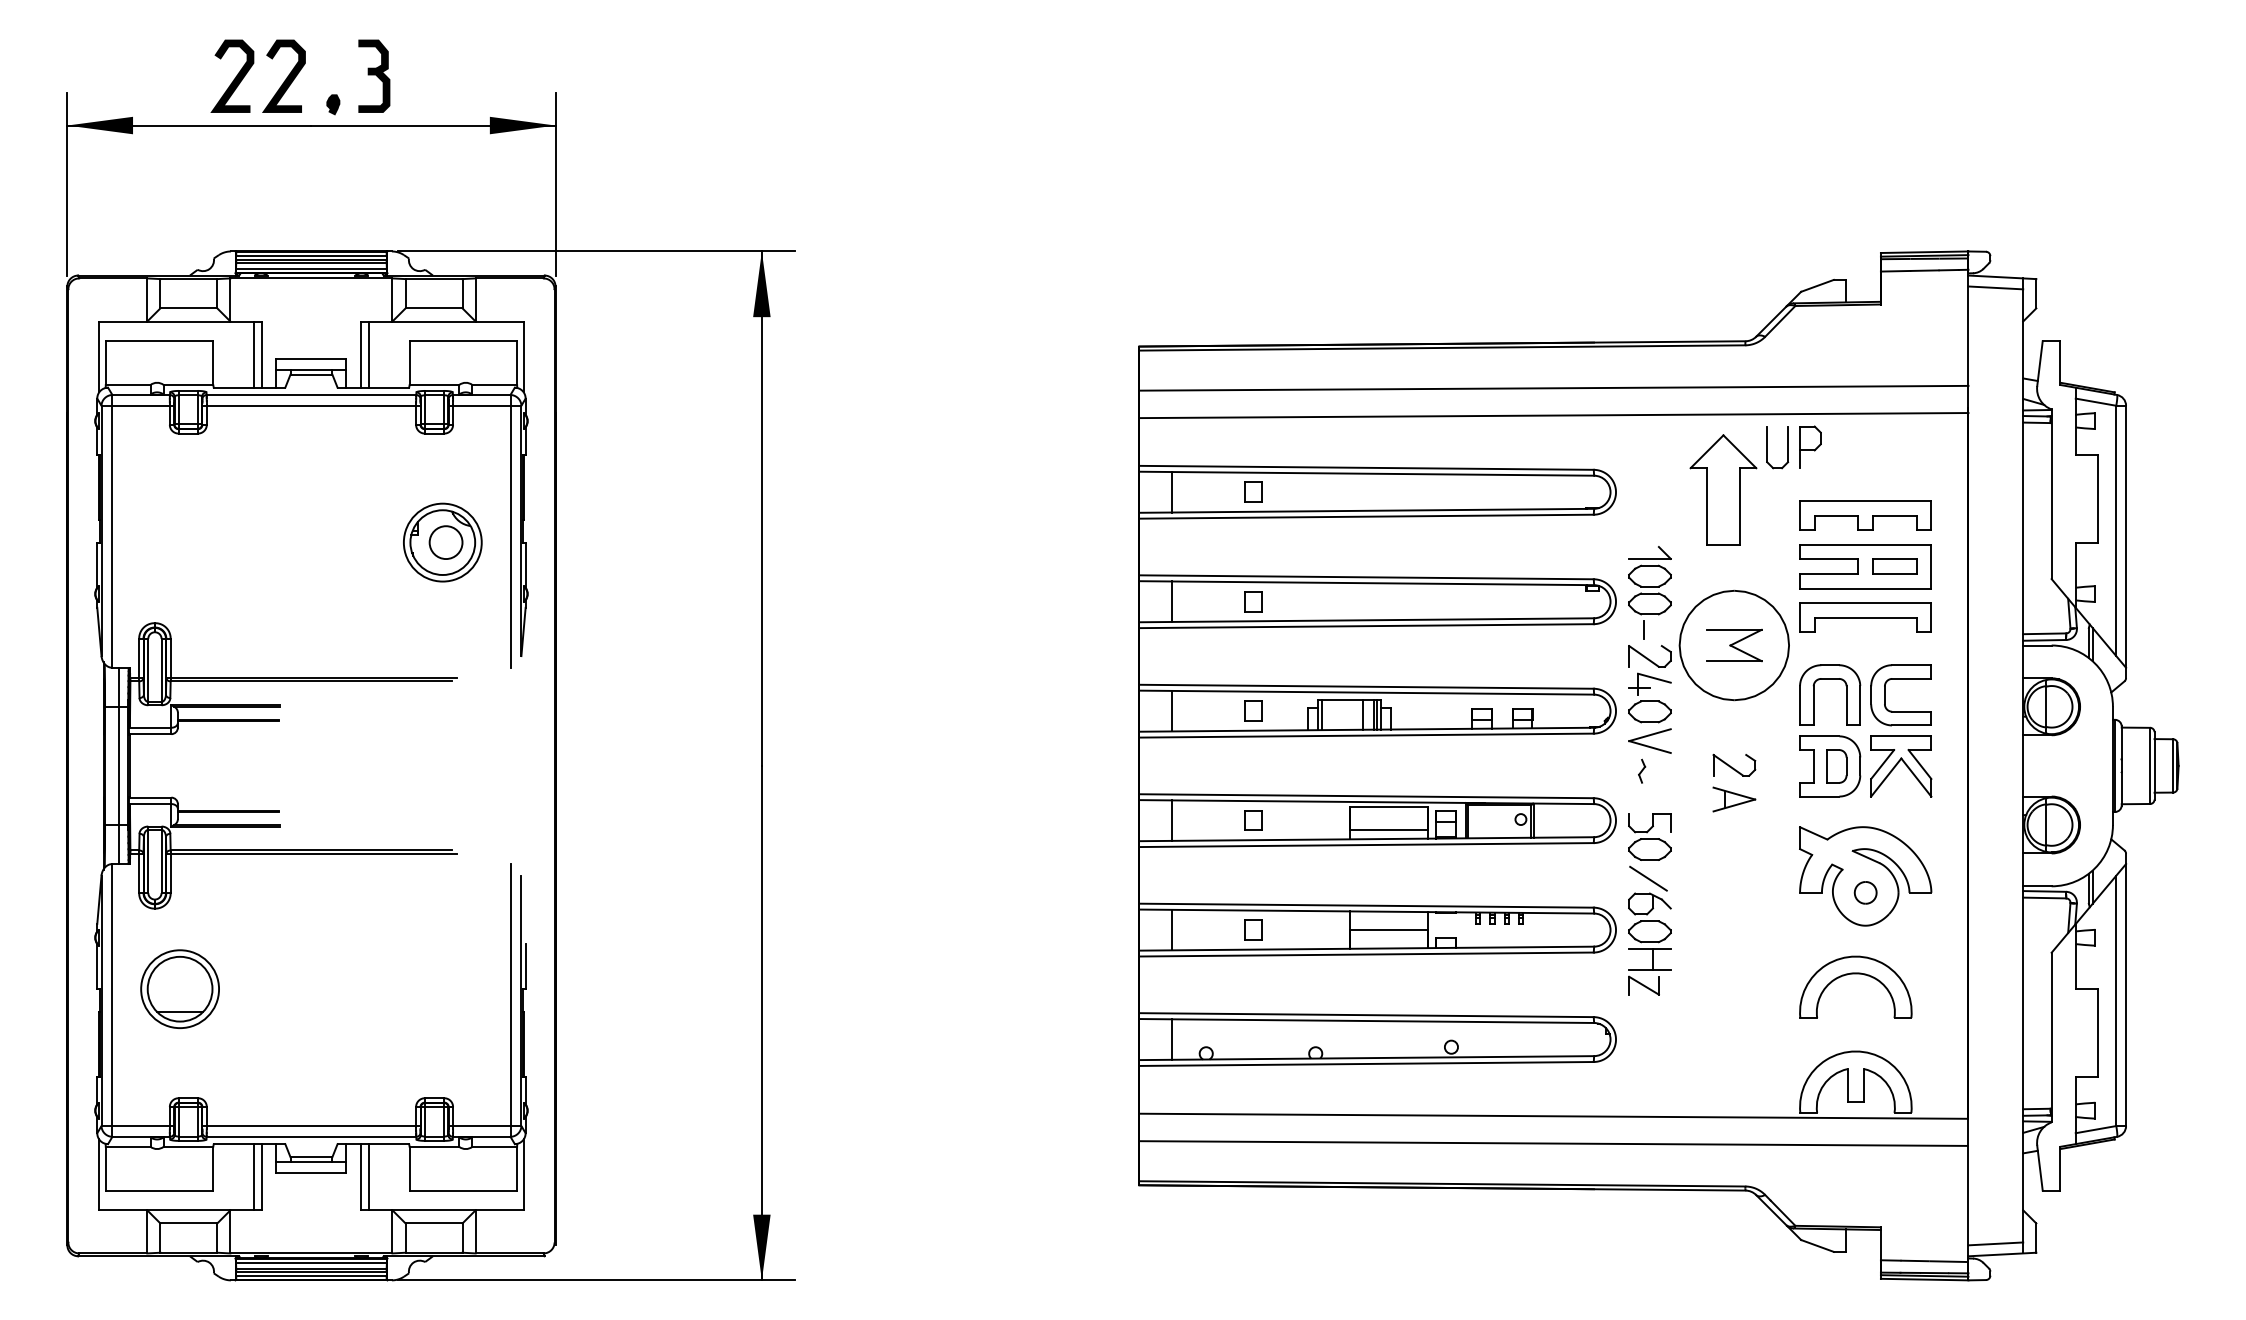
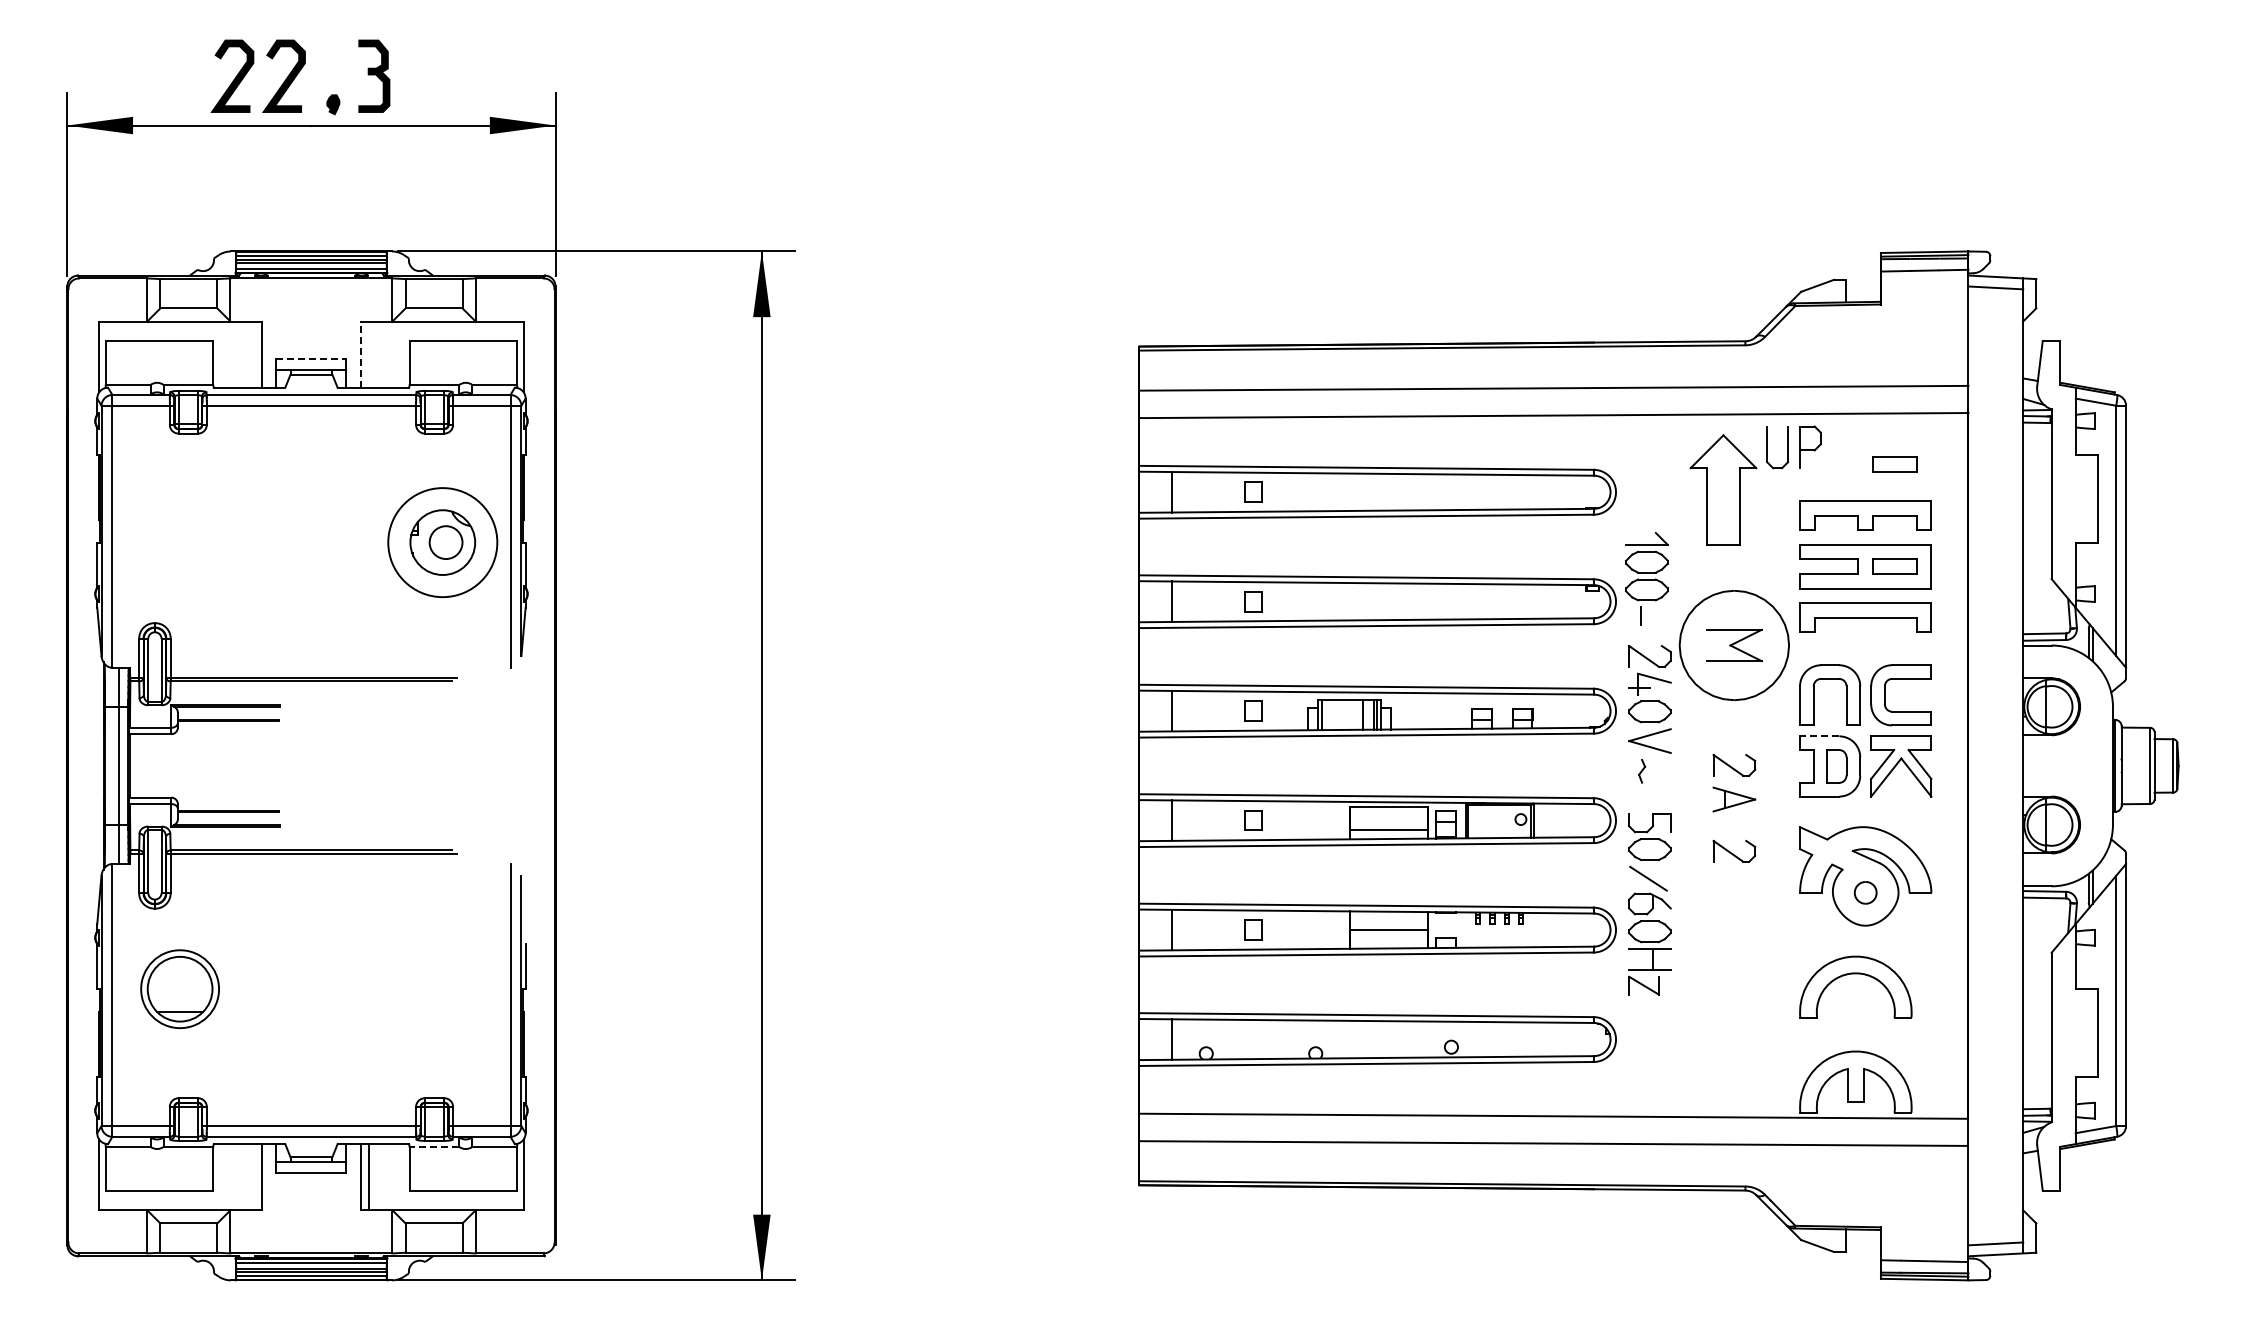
line at (254, 354): present -> none
line at (360, 354): solid -> dashed
line at (368, 354): present -> none
line at (311, 358): solid -> dashed
part at (1894, 464): none -> present
circle at (442, 542) diameter: 78 px -> 109 px
part at (1649, 592) position: (1649, 592) -> (1646, 578)
line at (1819, 736): solid -> dashed
part at (1734, 850): none -> present
line at (434, 1146): solid -> dashed
line at (254, 1177): present -> none
